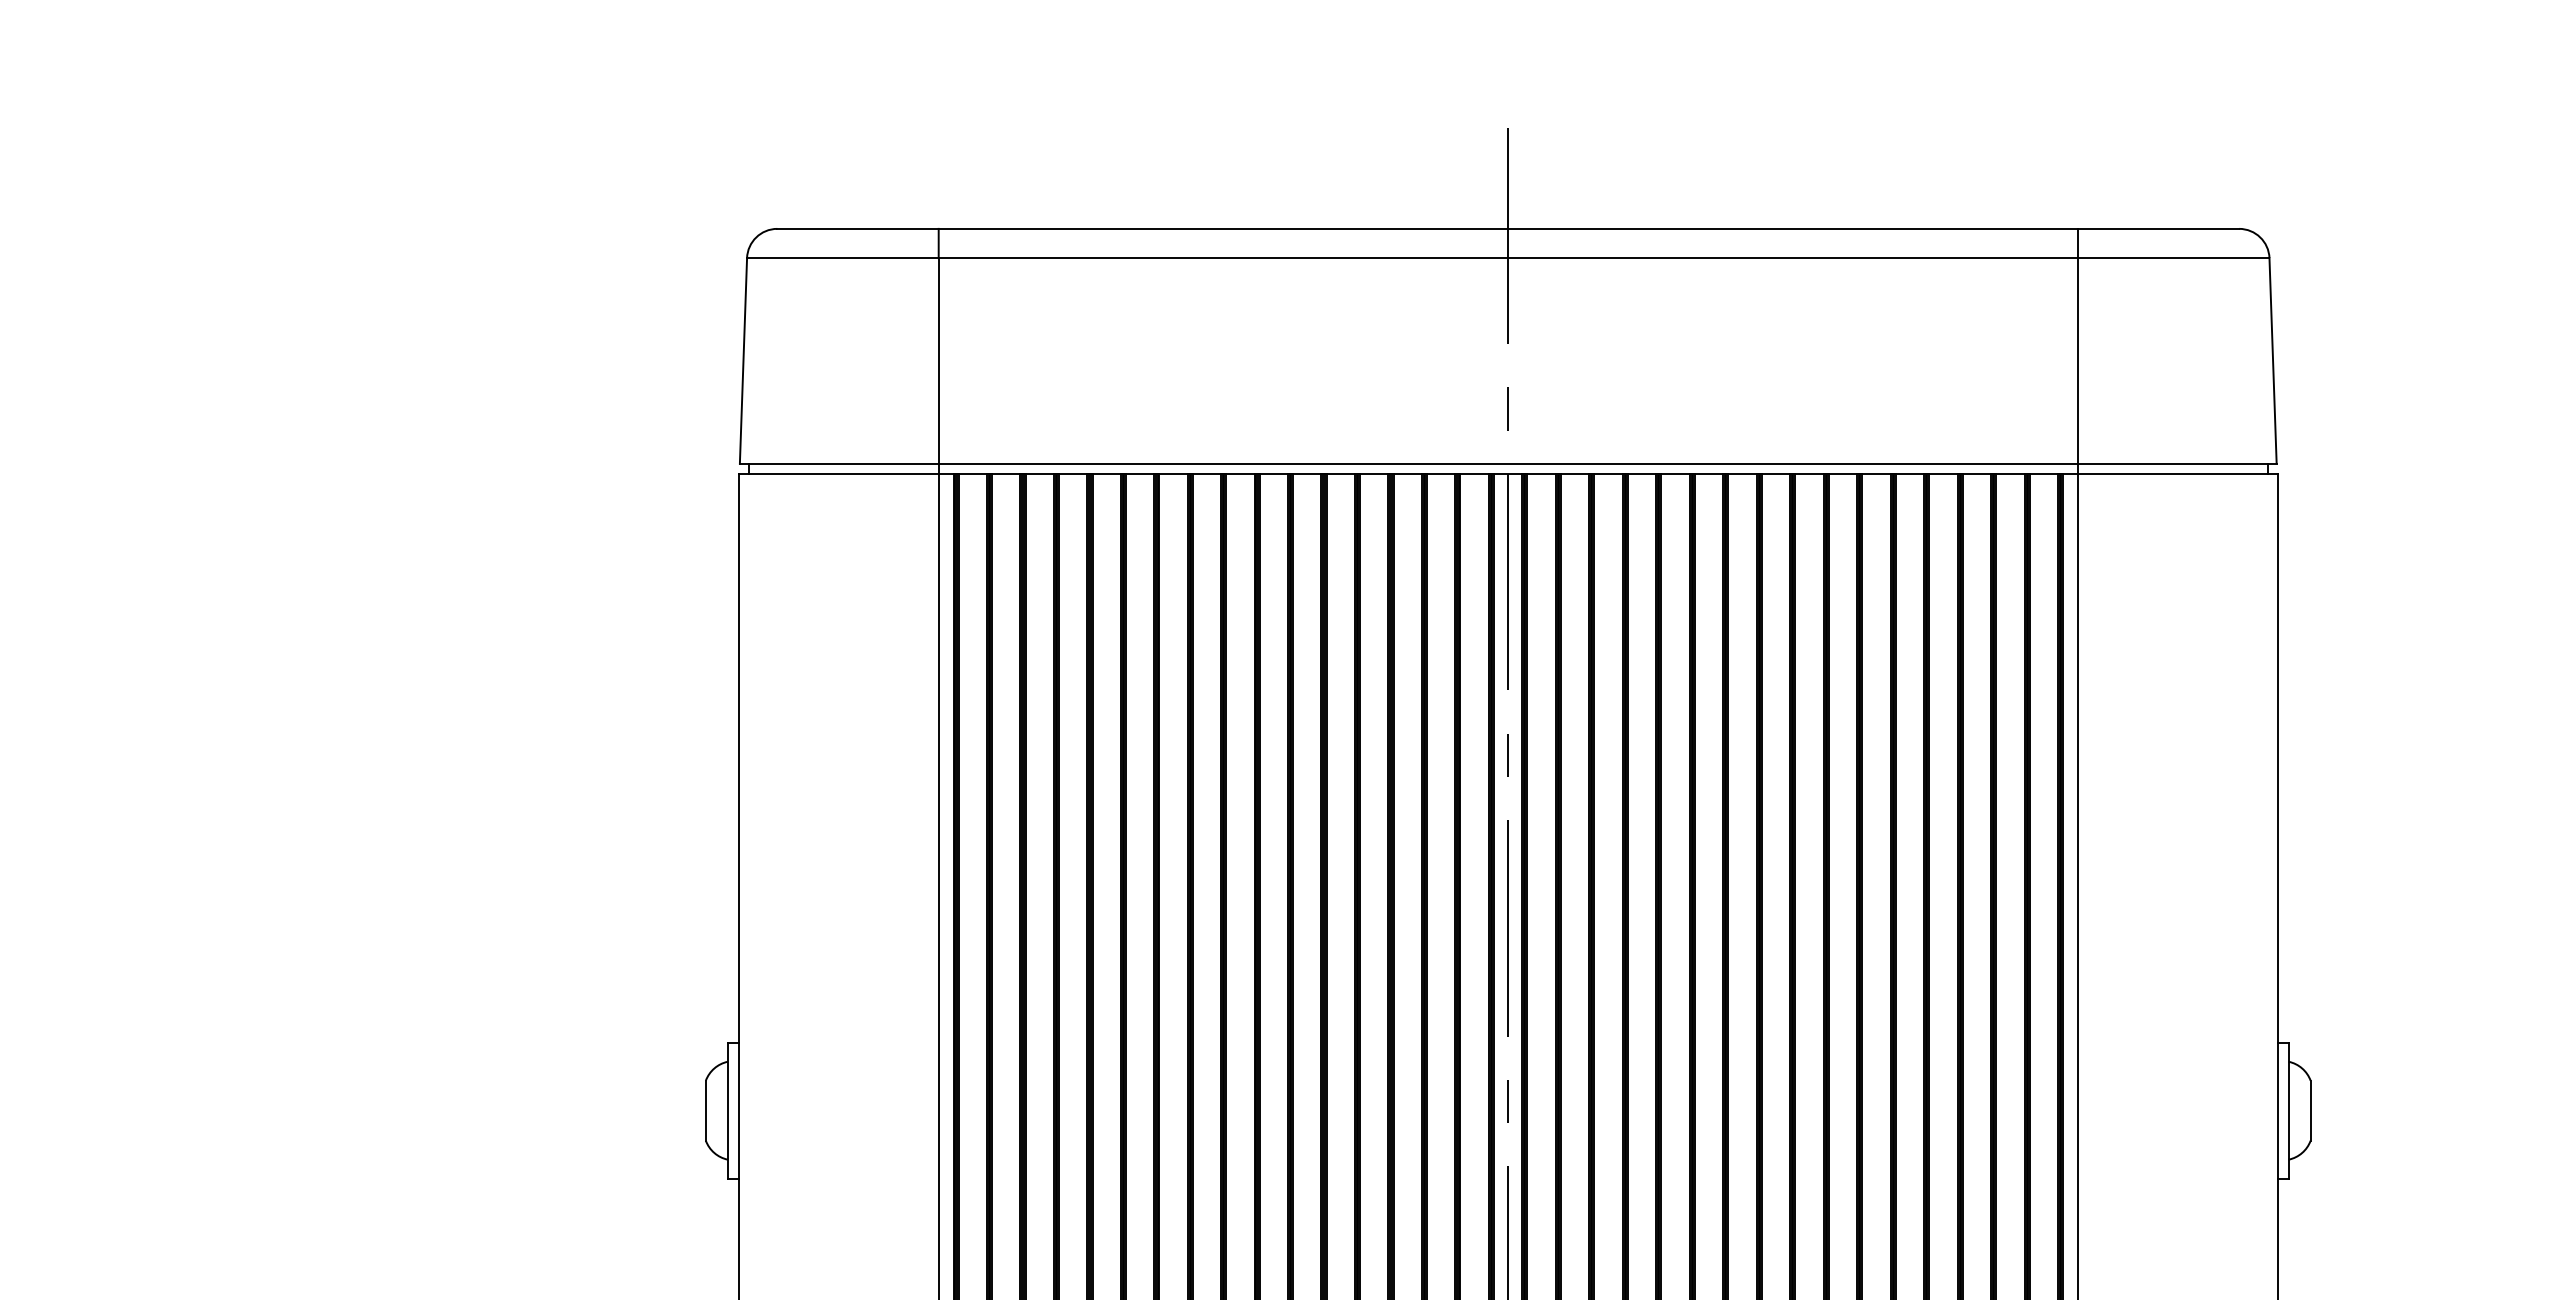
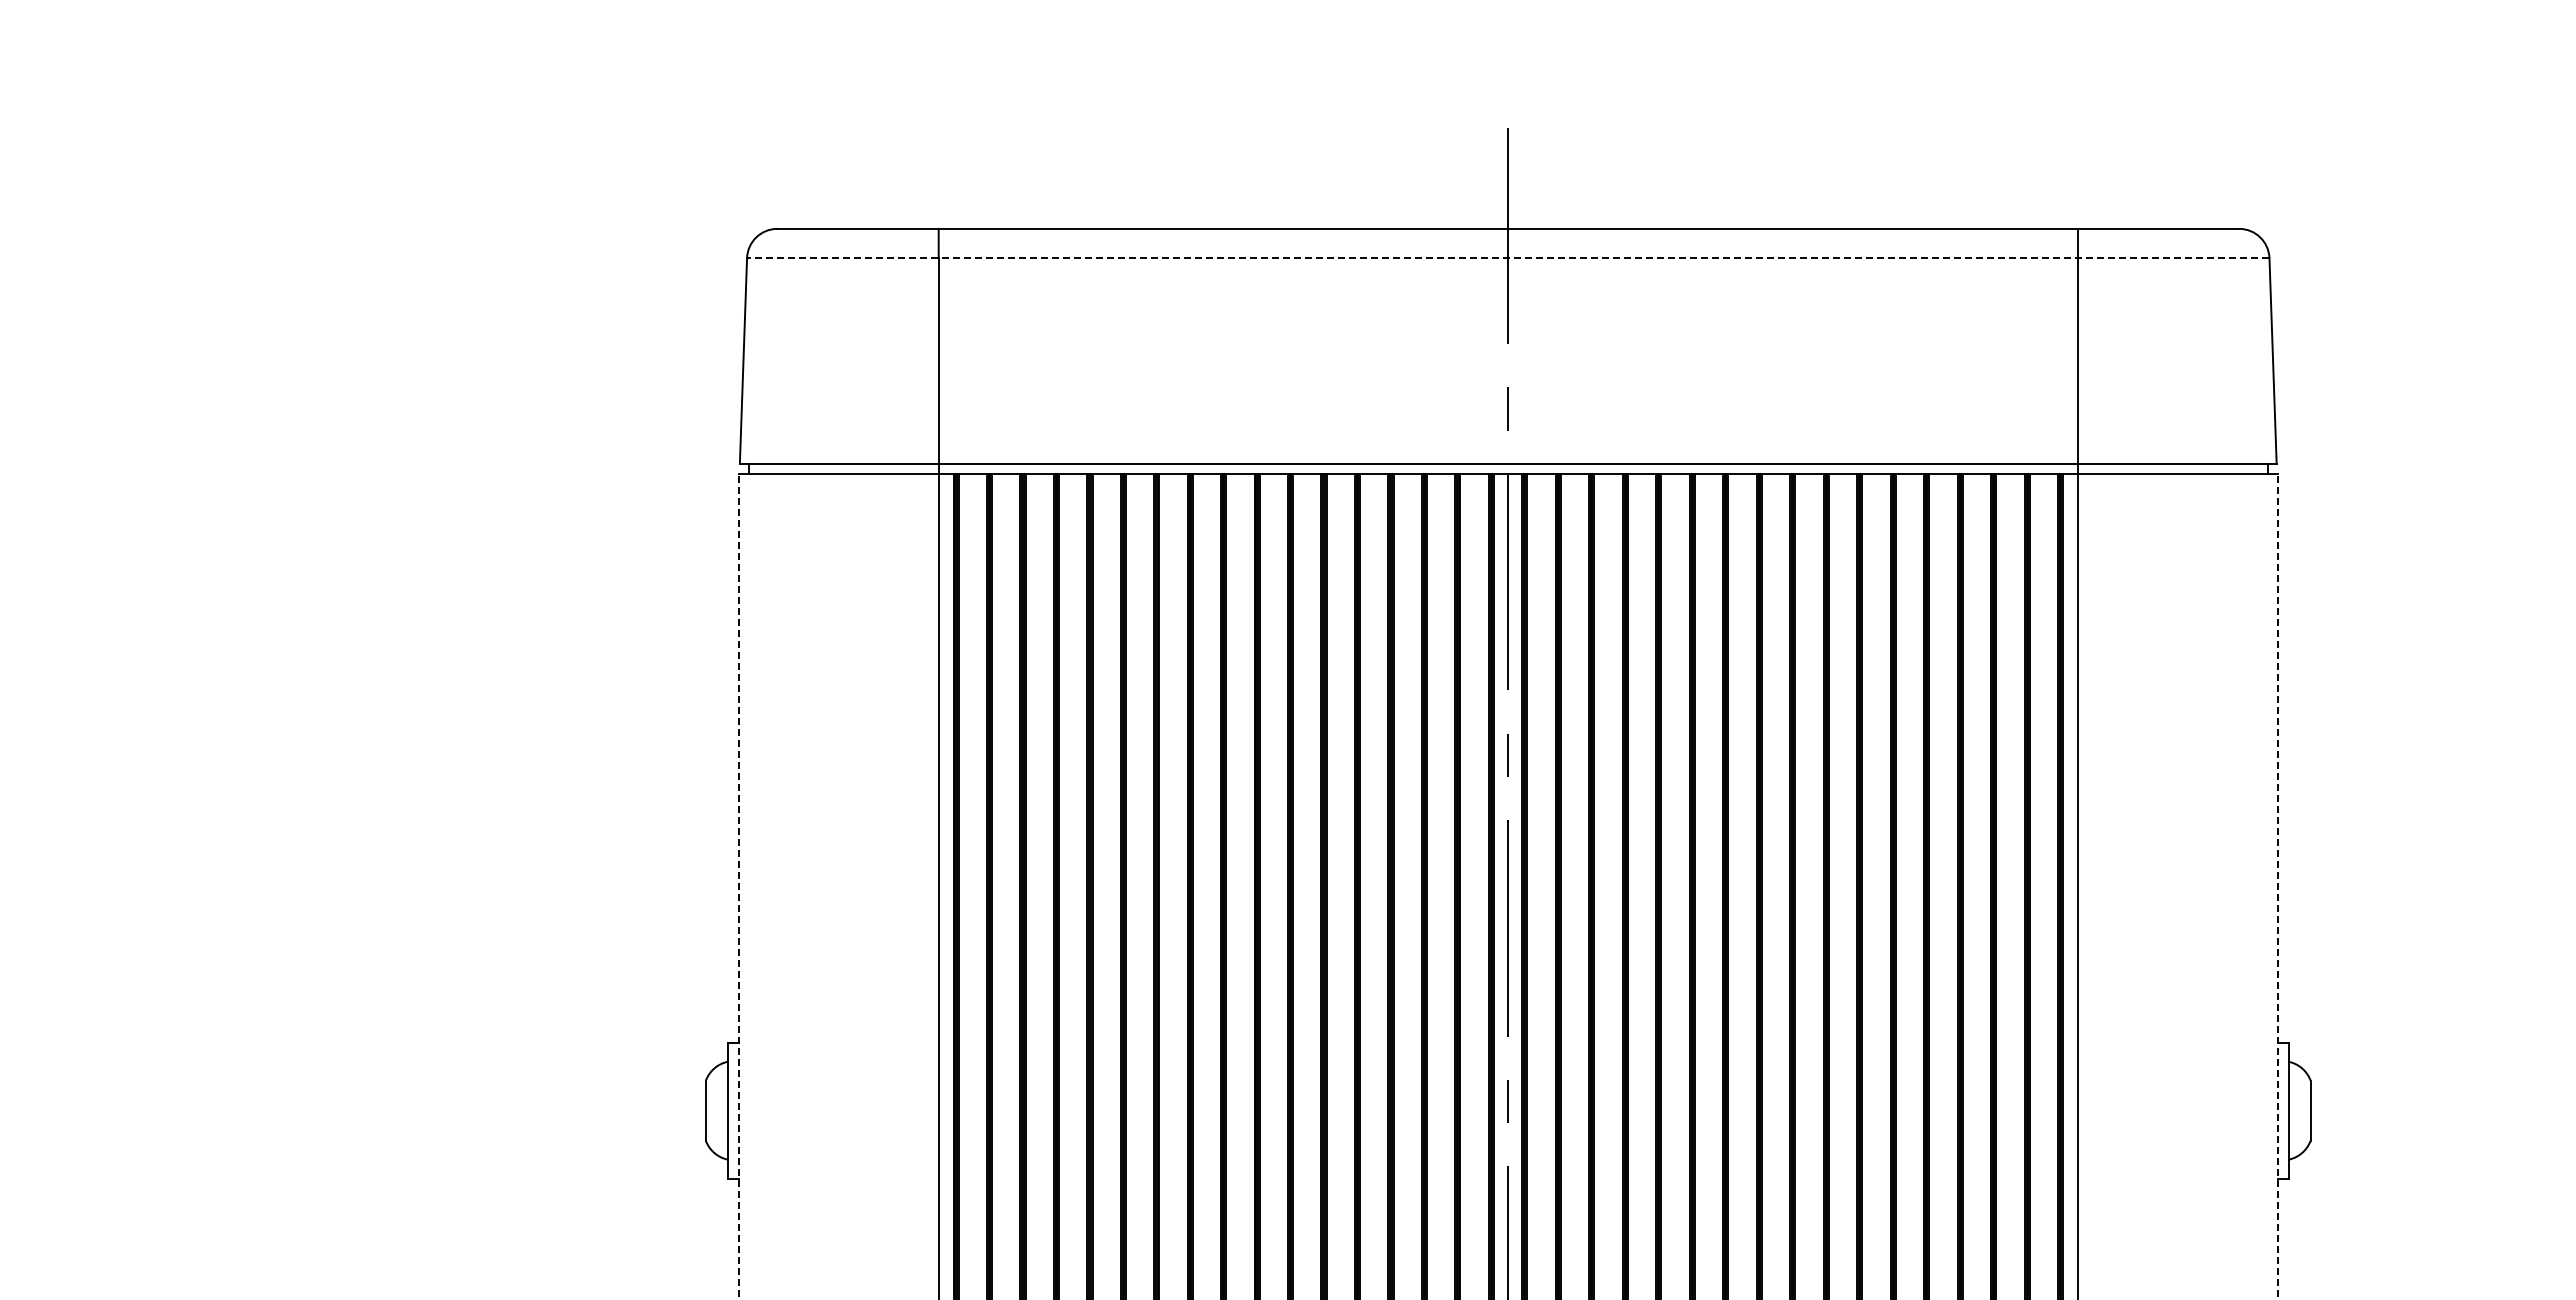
line at (1507, 258): solid -> dashed
line at (738, 886): solid -> dashed
line at (2277, 886): solid -> dashed
